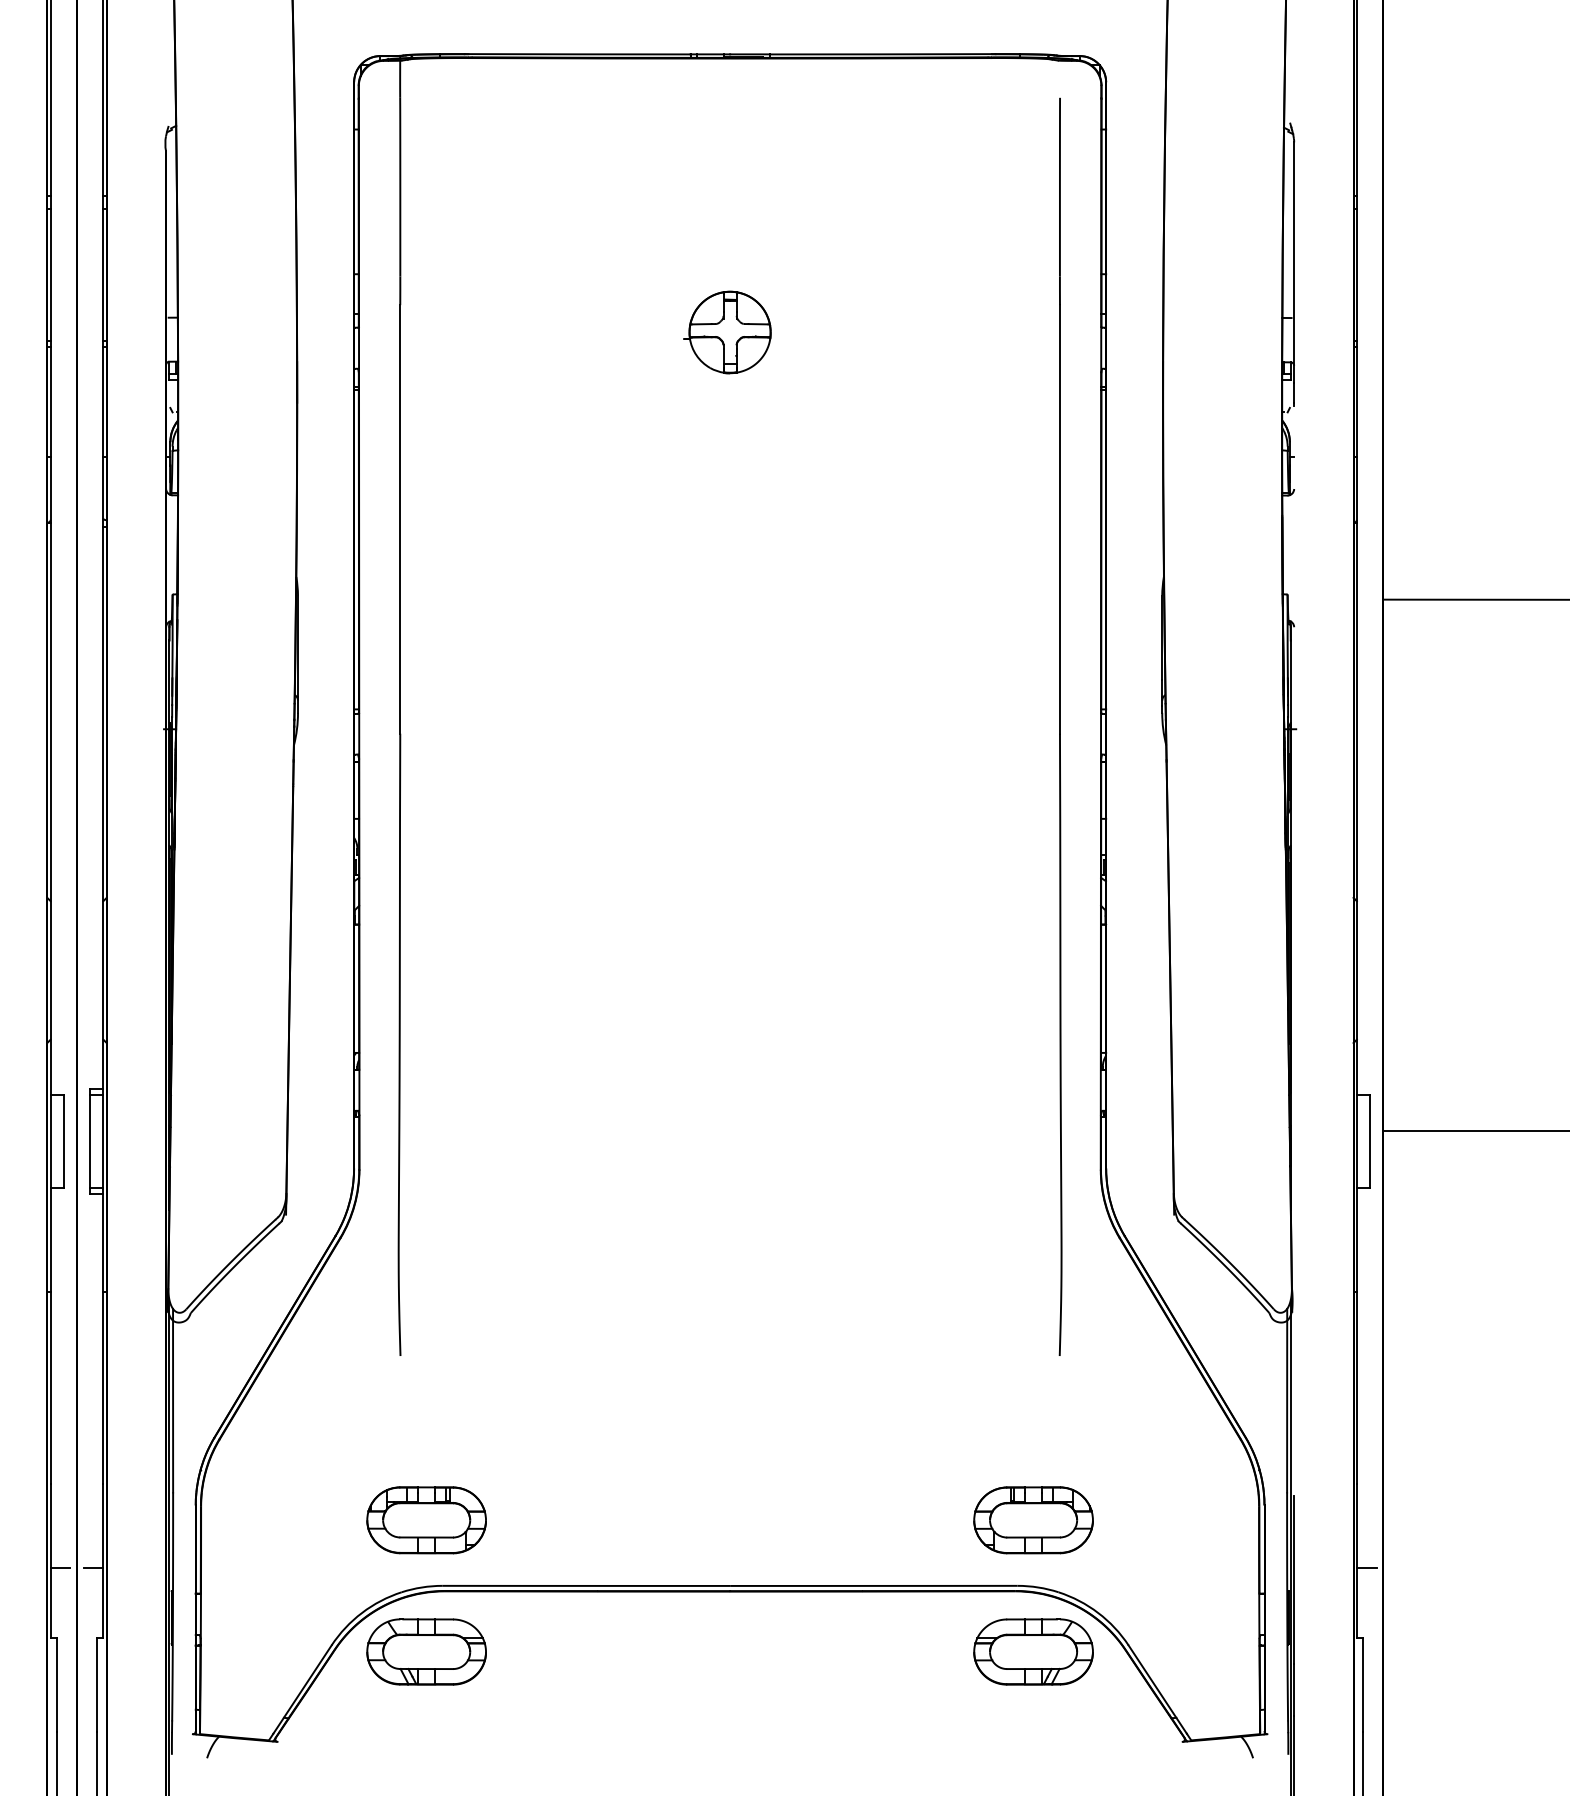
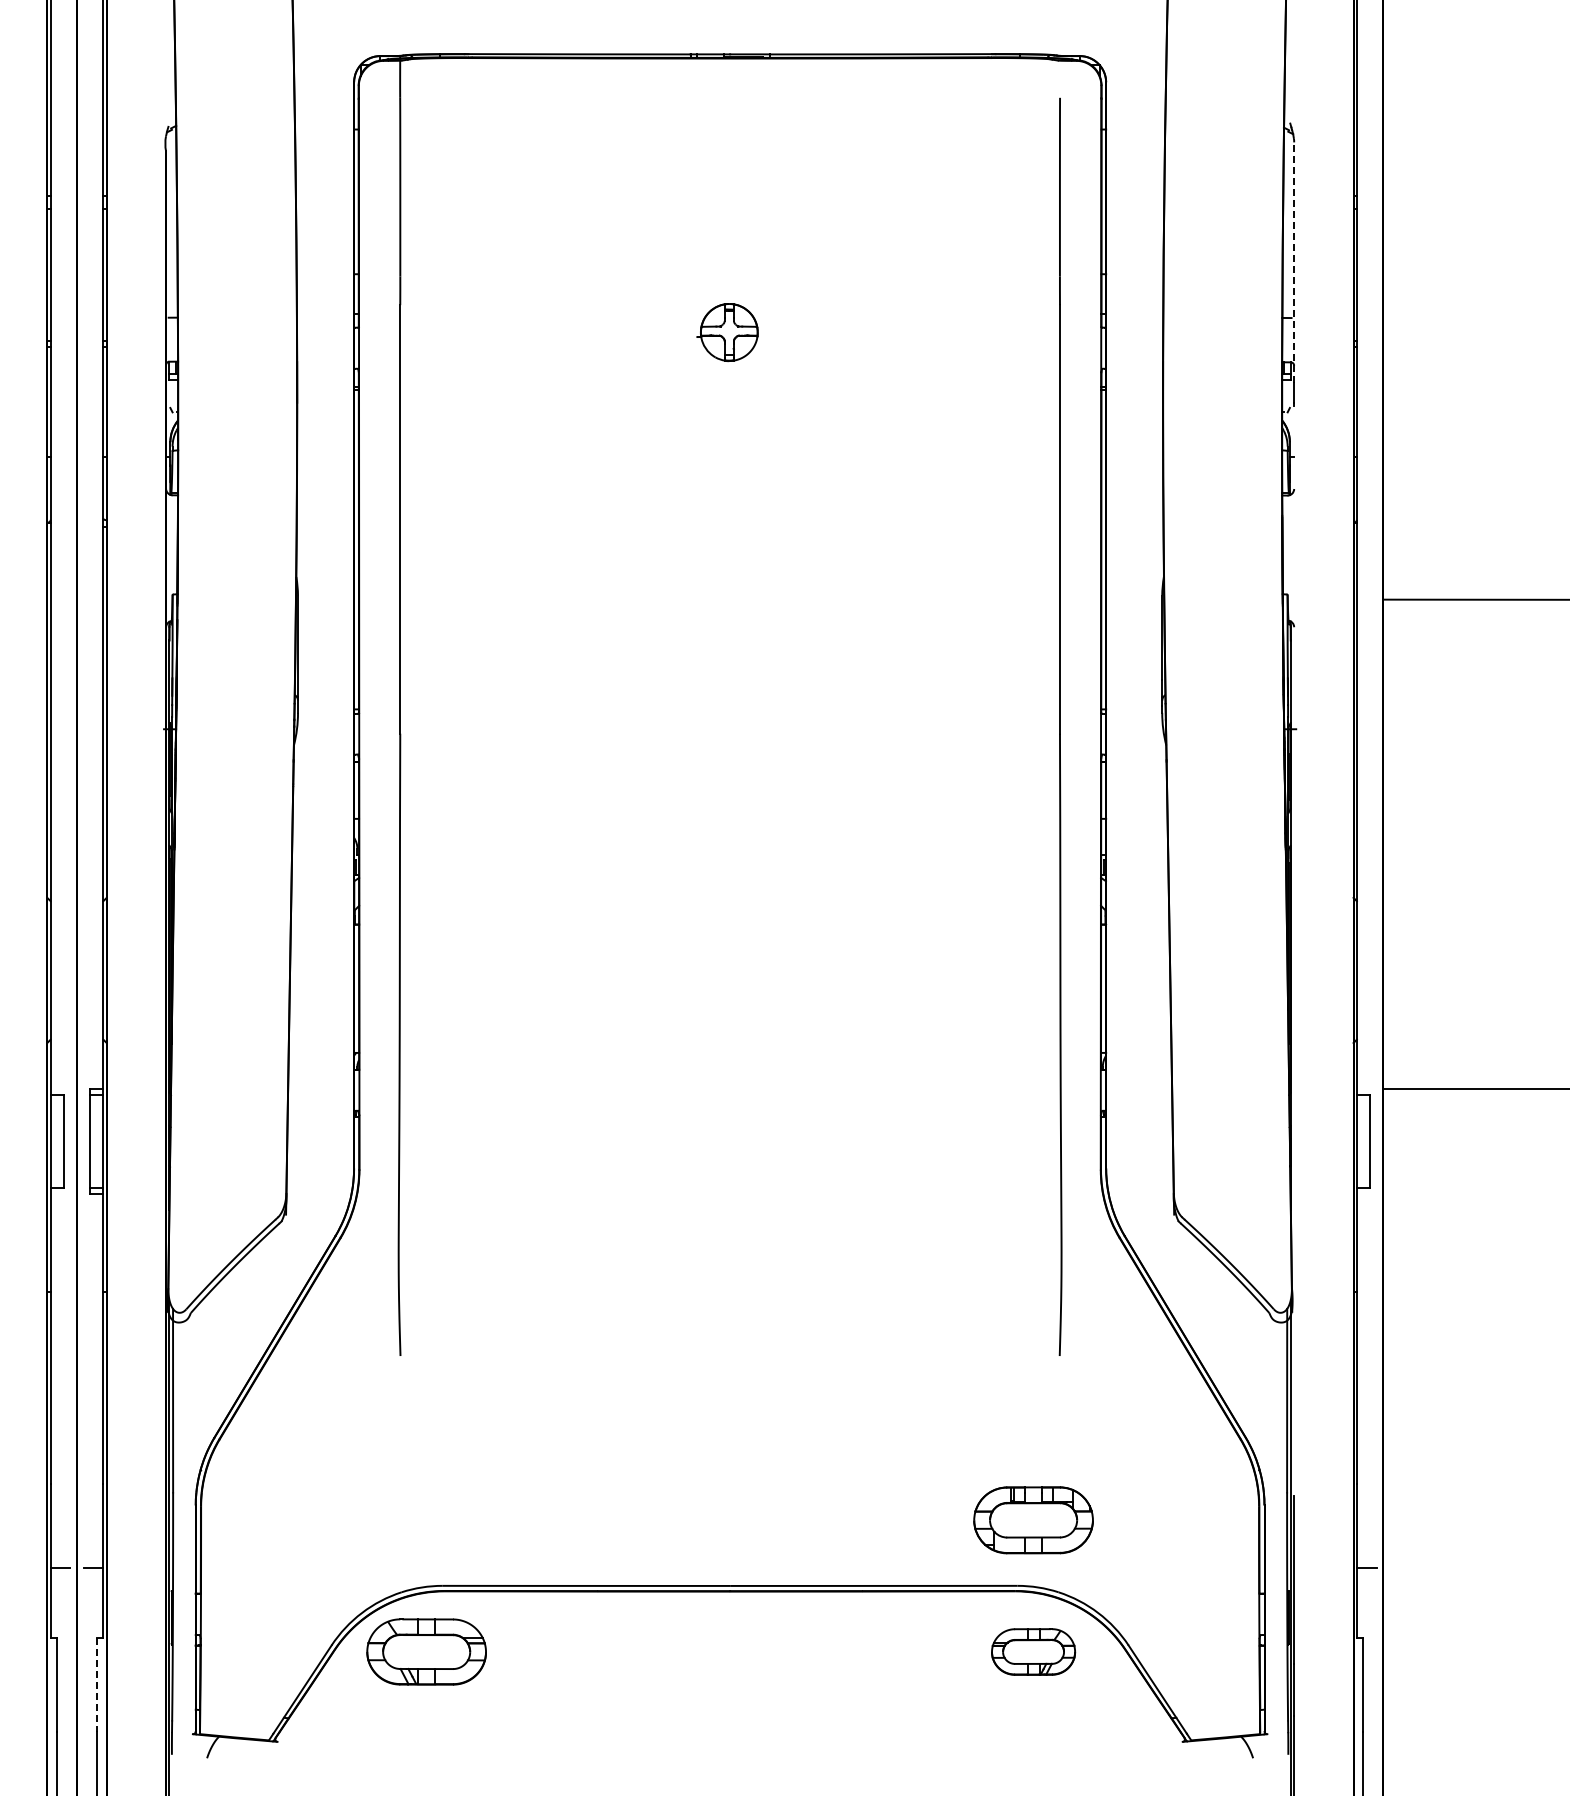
line at (1294, 262): solid -> dashed
part at (727, 332) size: 89x85 px -> 63x60 px
line at (1474, 1131) position: (1474, 1131) -> (1474, 1089)
part at (426, 1520): present -> none
part at (1033, 1651) size: 121x68 px -> 86x48 px
line at (96, 1685): solid -> dashed
